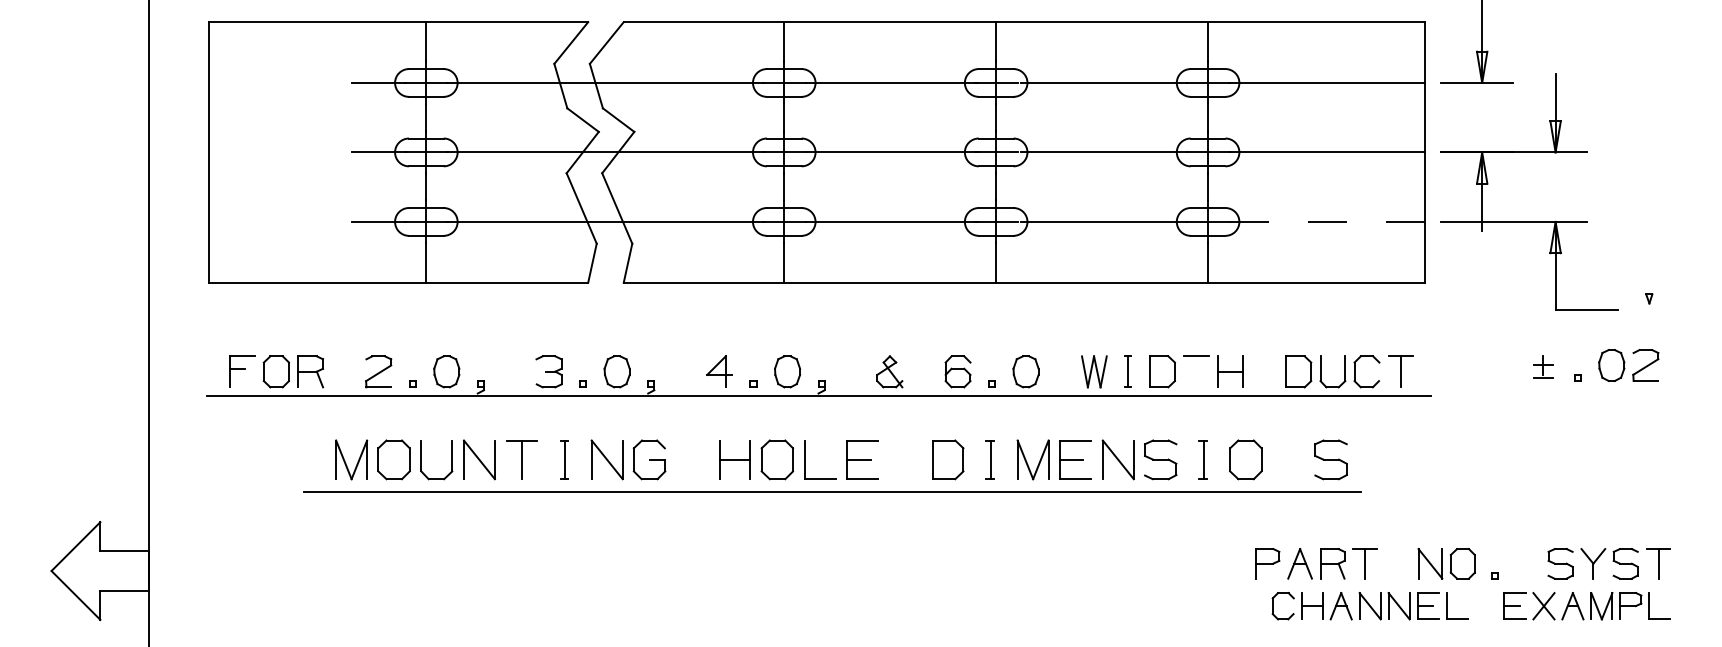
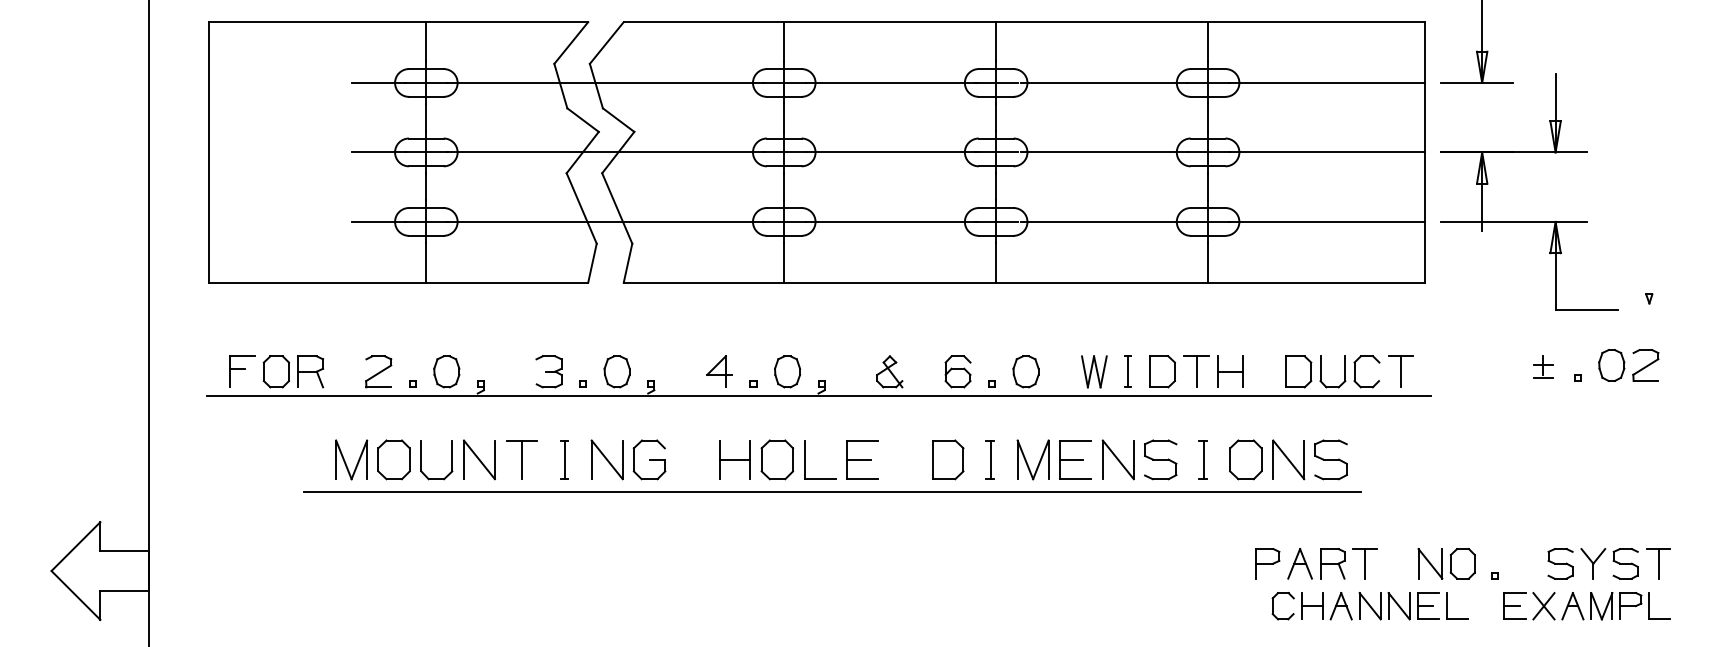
line at (1326, 221): dashed -> solid
line at (1196, 371): none -> present
part at (1288, 459): none -> present
